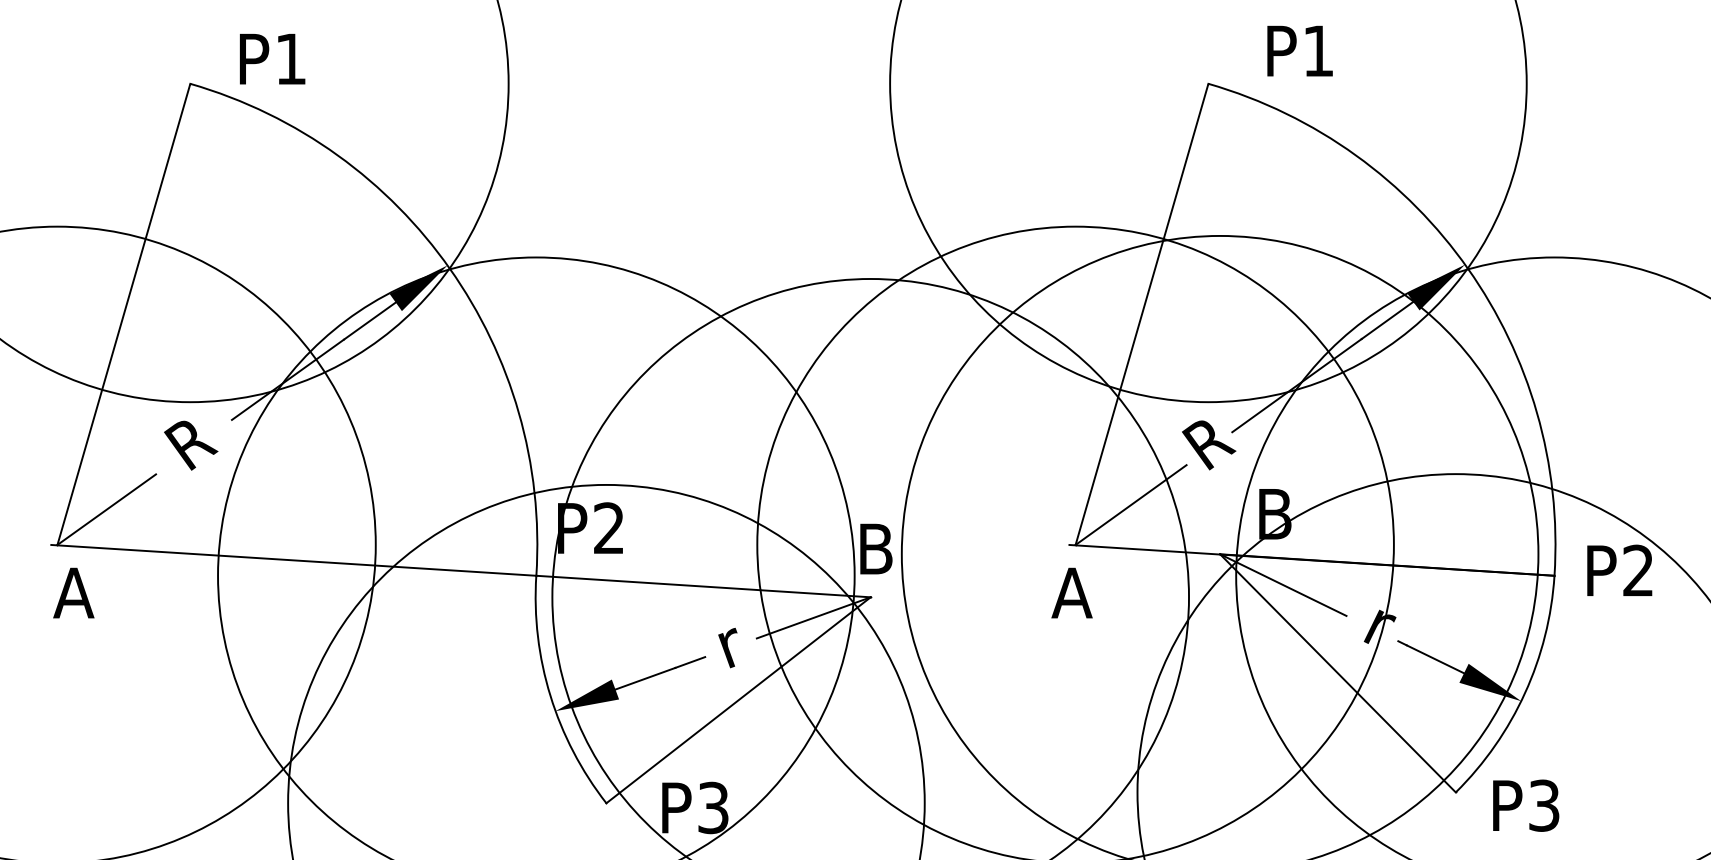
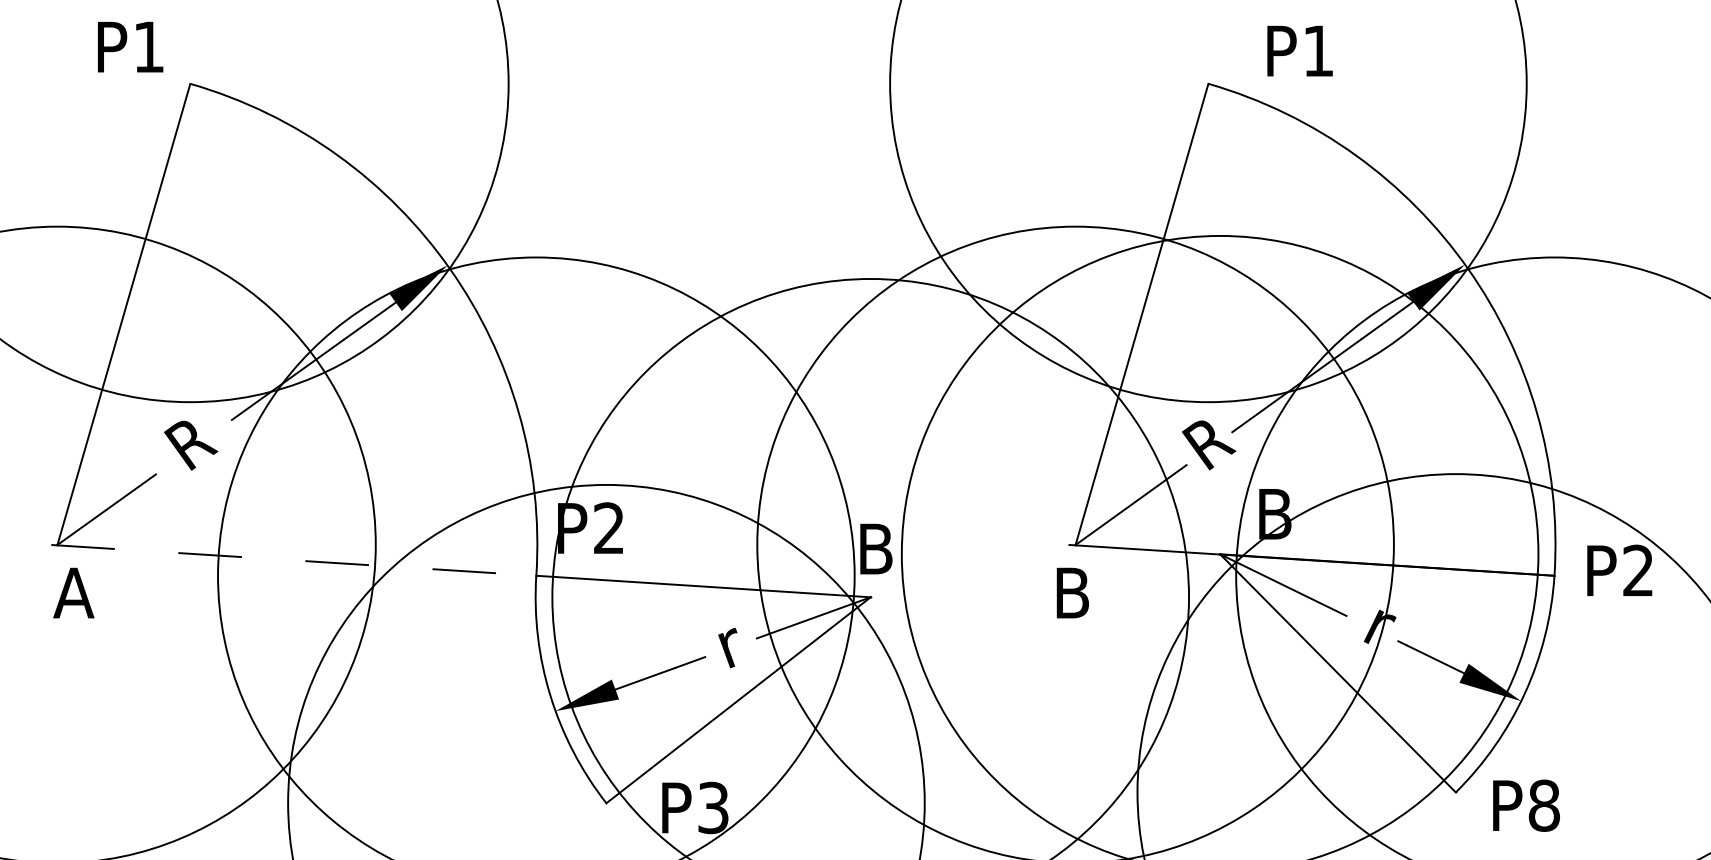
text at (272, 59) position: (272, 59) -> (130, 47)
line at (294, 560): solid -> dashed
text at (1071, 592): A -> B
text at (1543, 805): P3 -> P8
